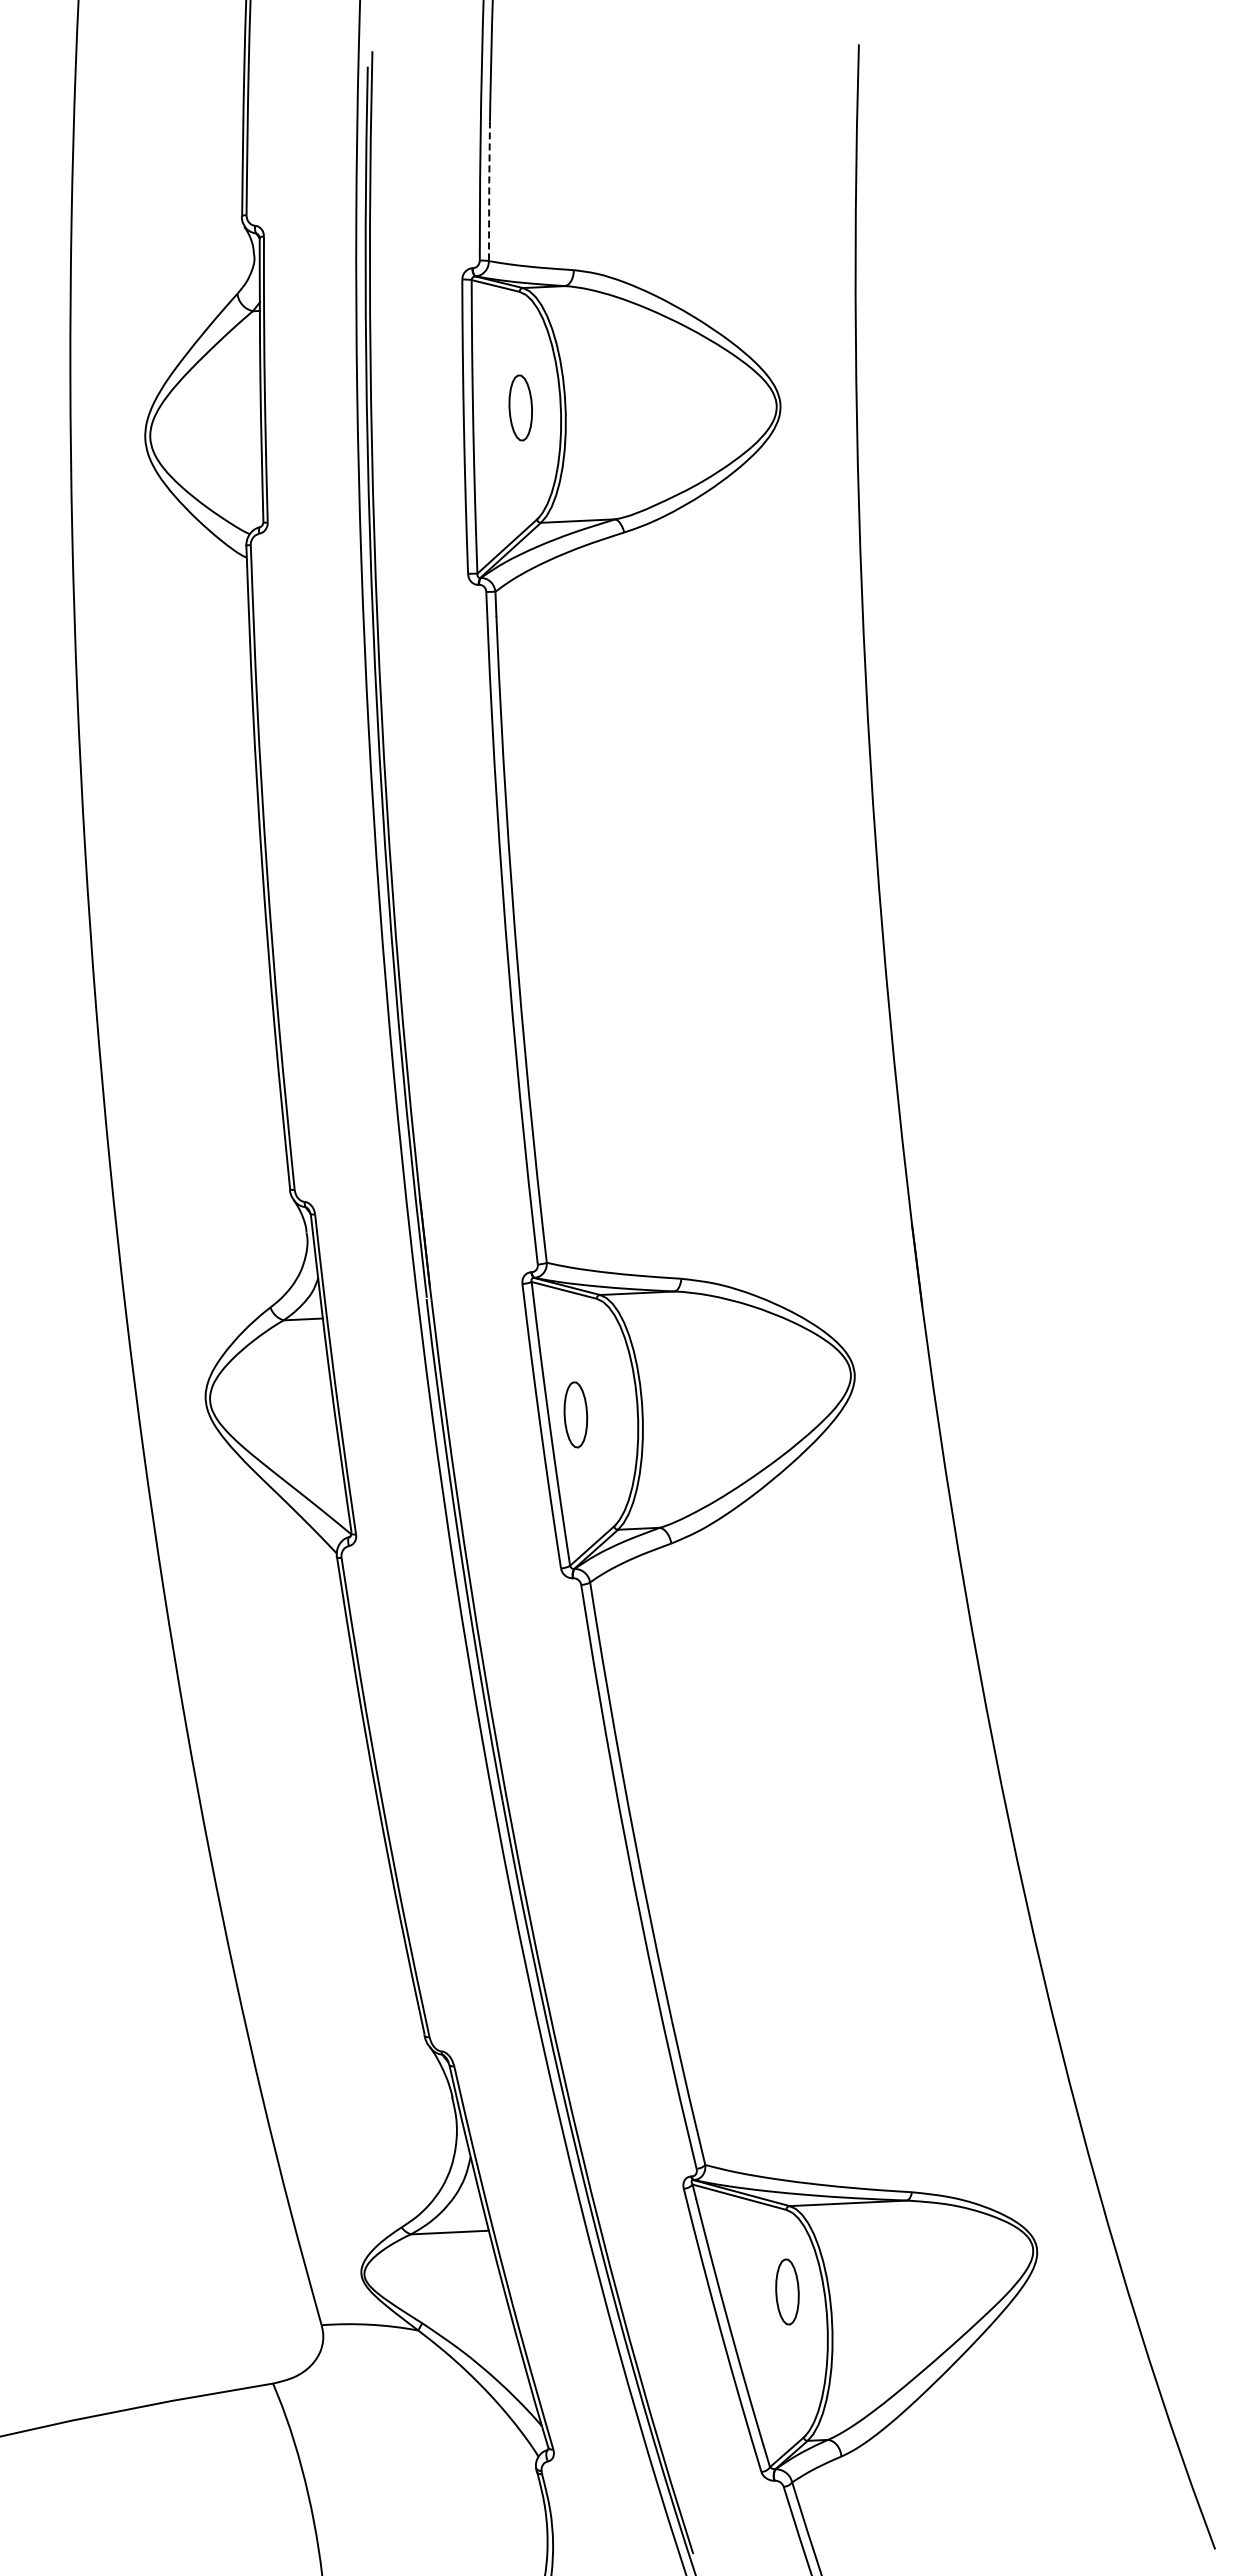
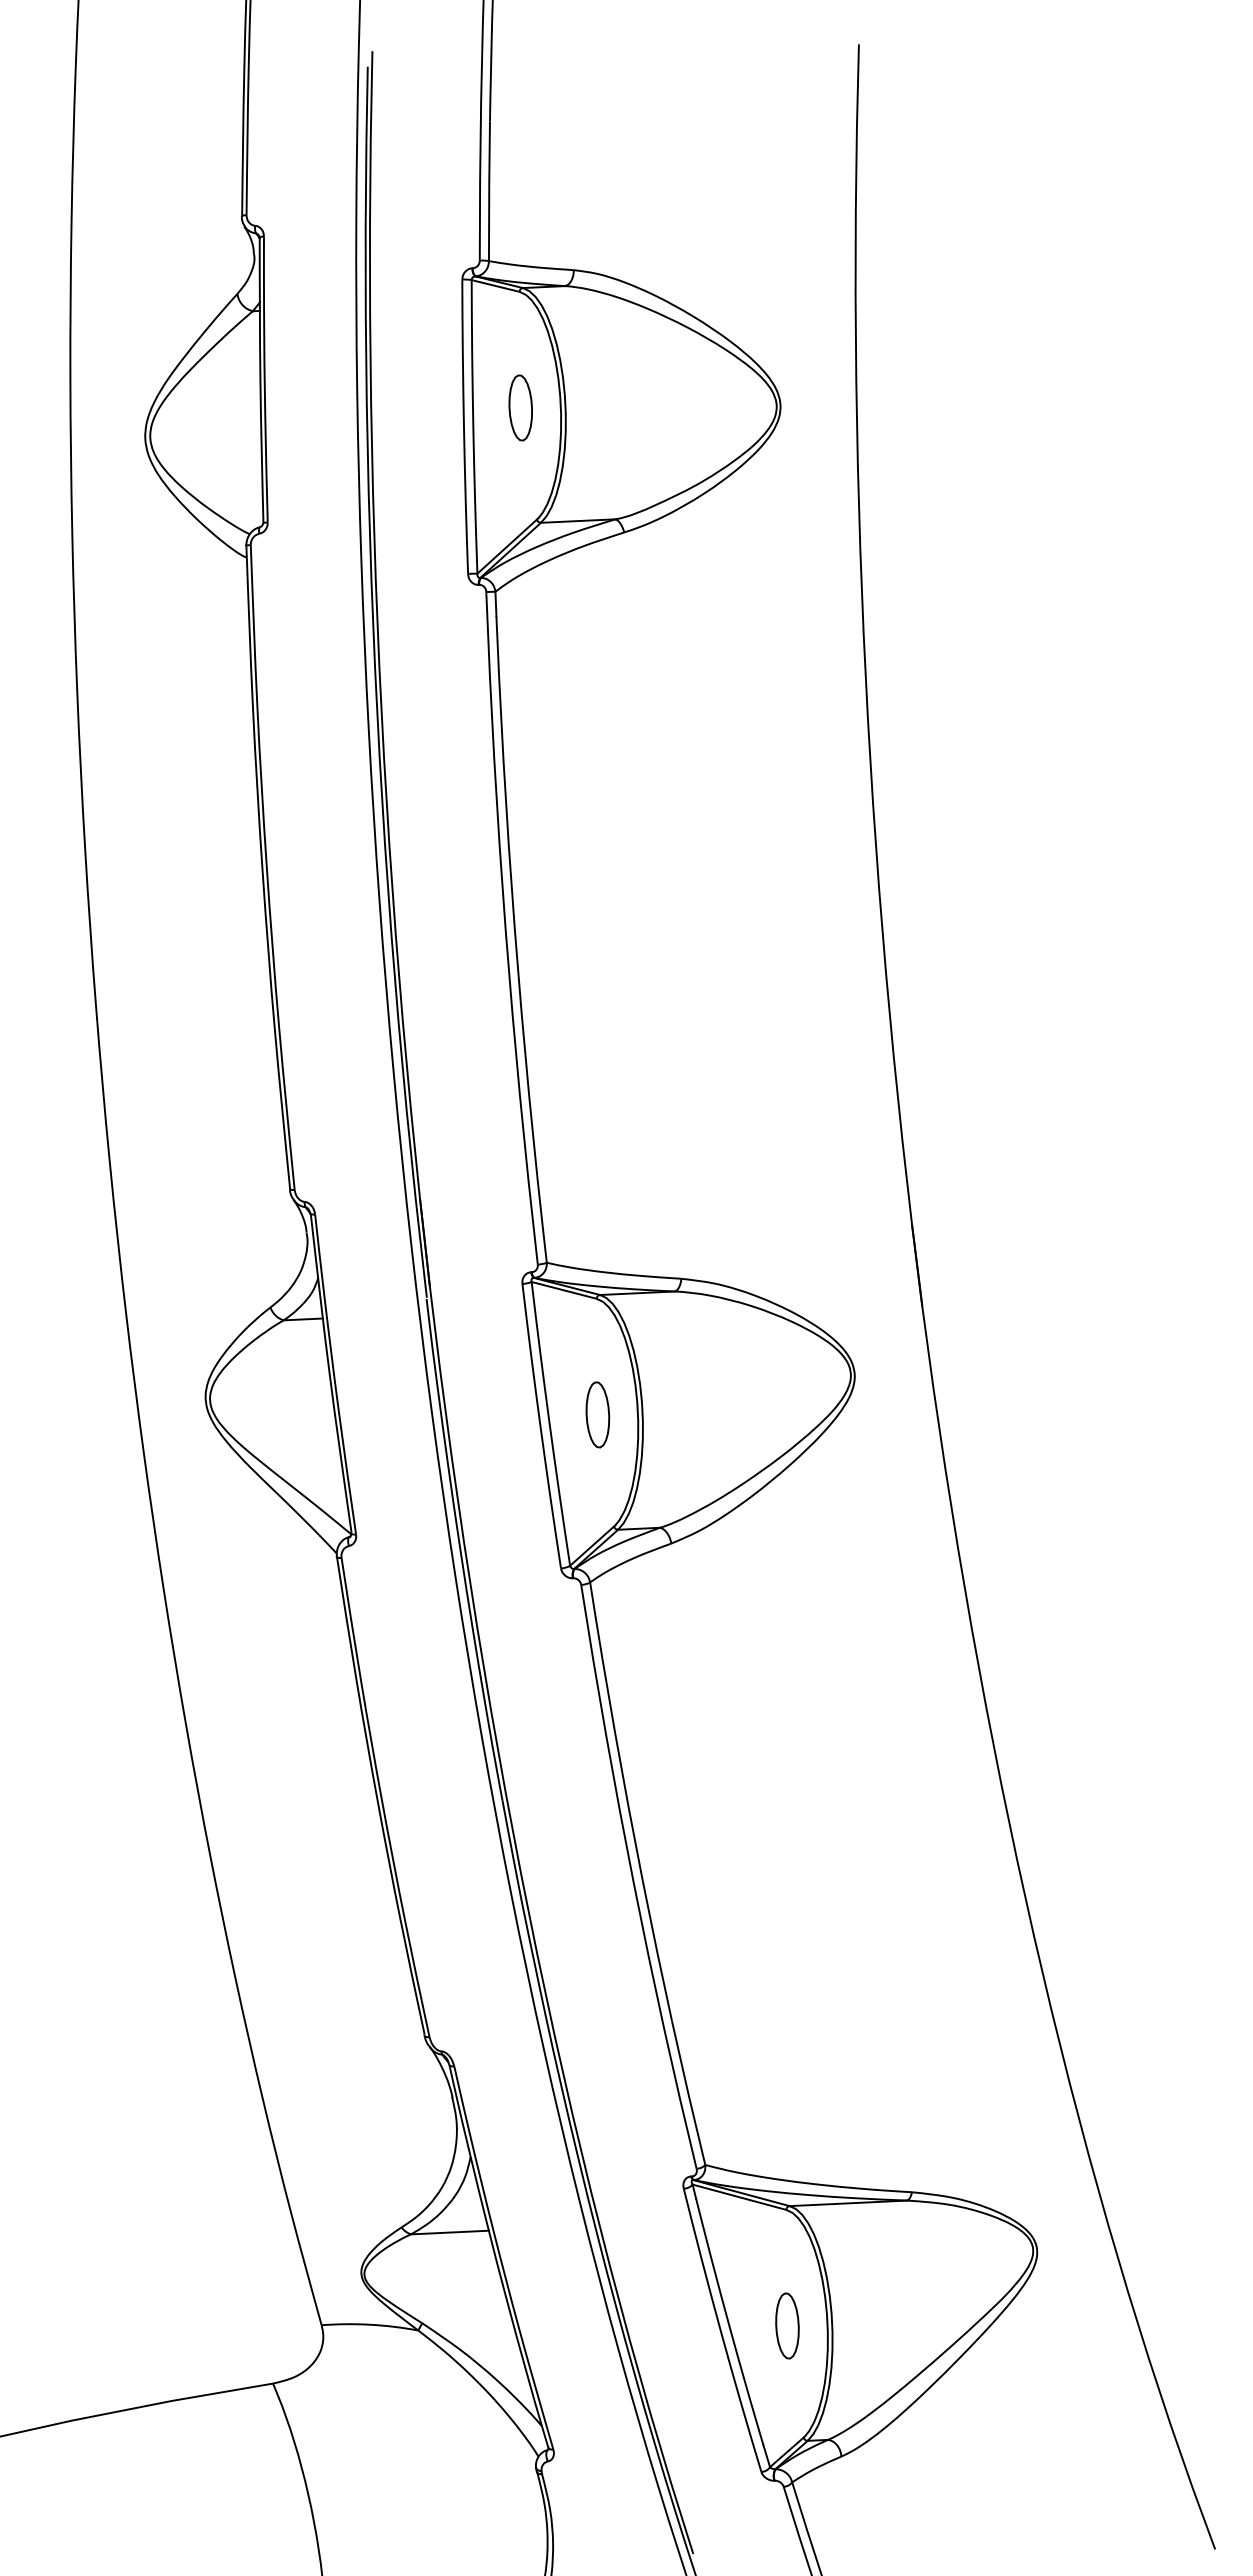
line at (489, 190): dashed -> solid
part at (575, 1414) position: (575, 1414) -> (597, 1414)
part at (787, 2291) position: (787, 2291) -> (787, 2325)
